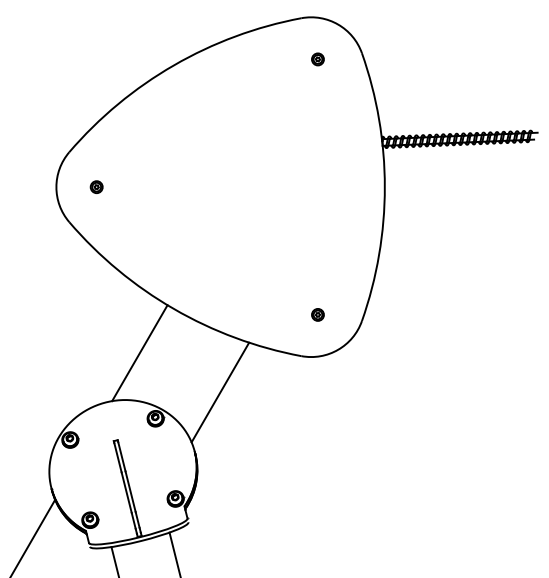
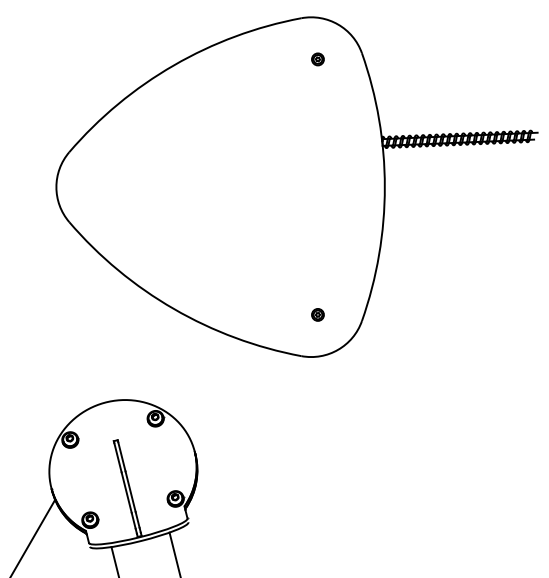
part at (96, 186): present -> none
line at (139, 353): present -> none
line at (220, 392): present -> none
